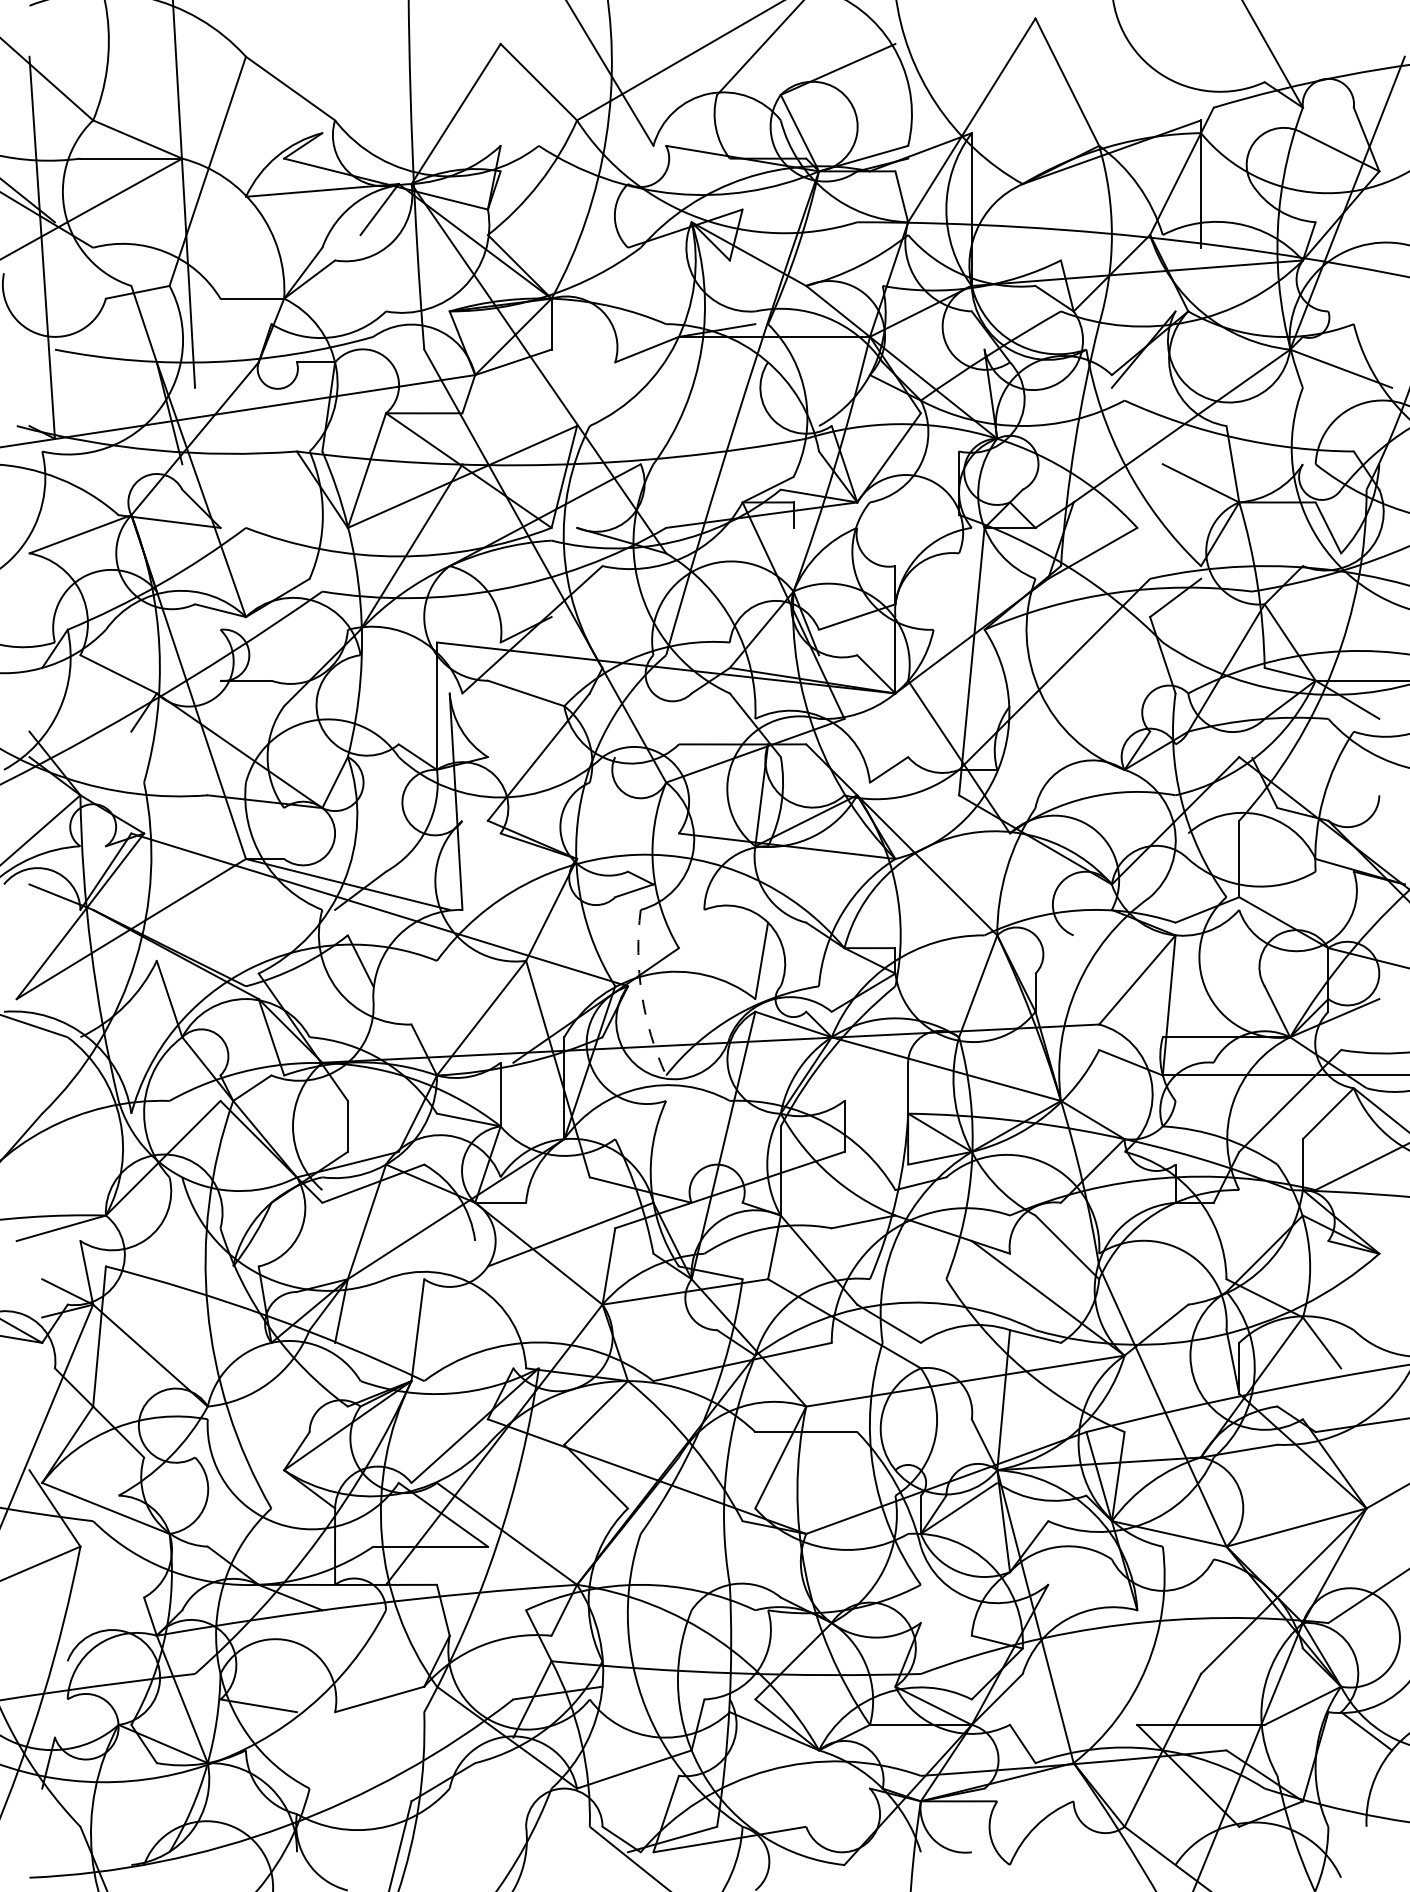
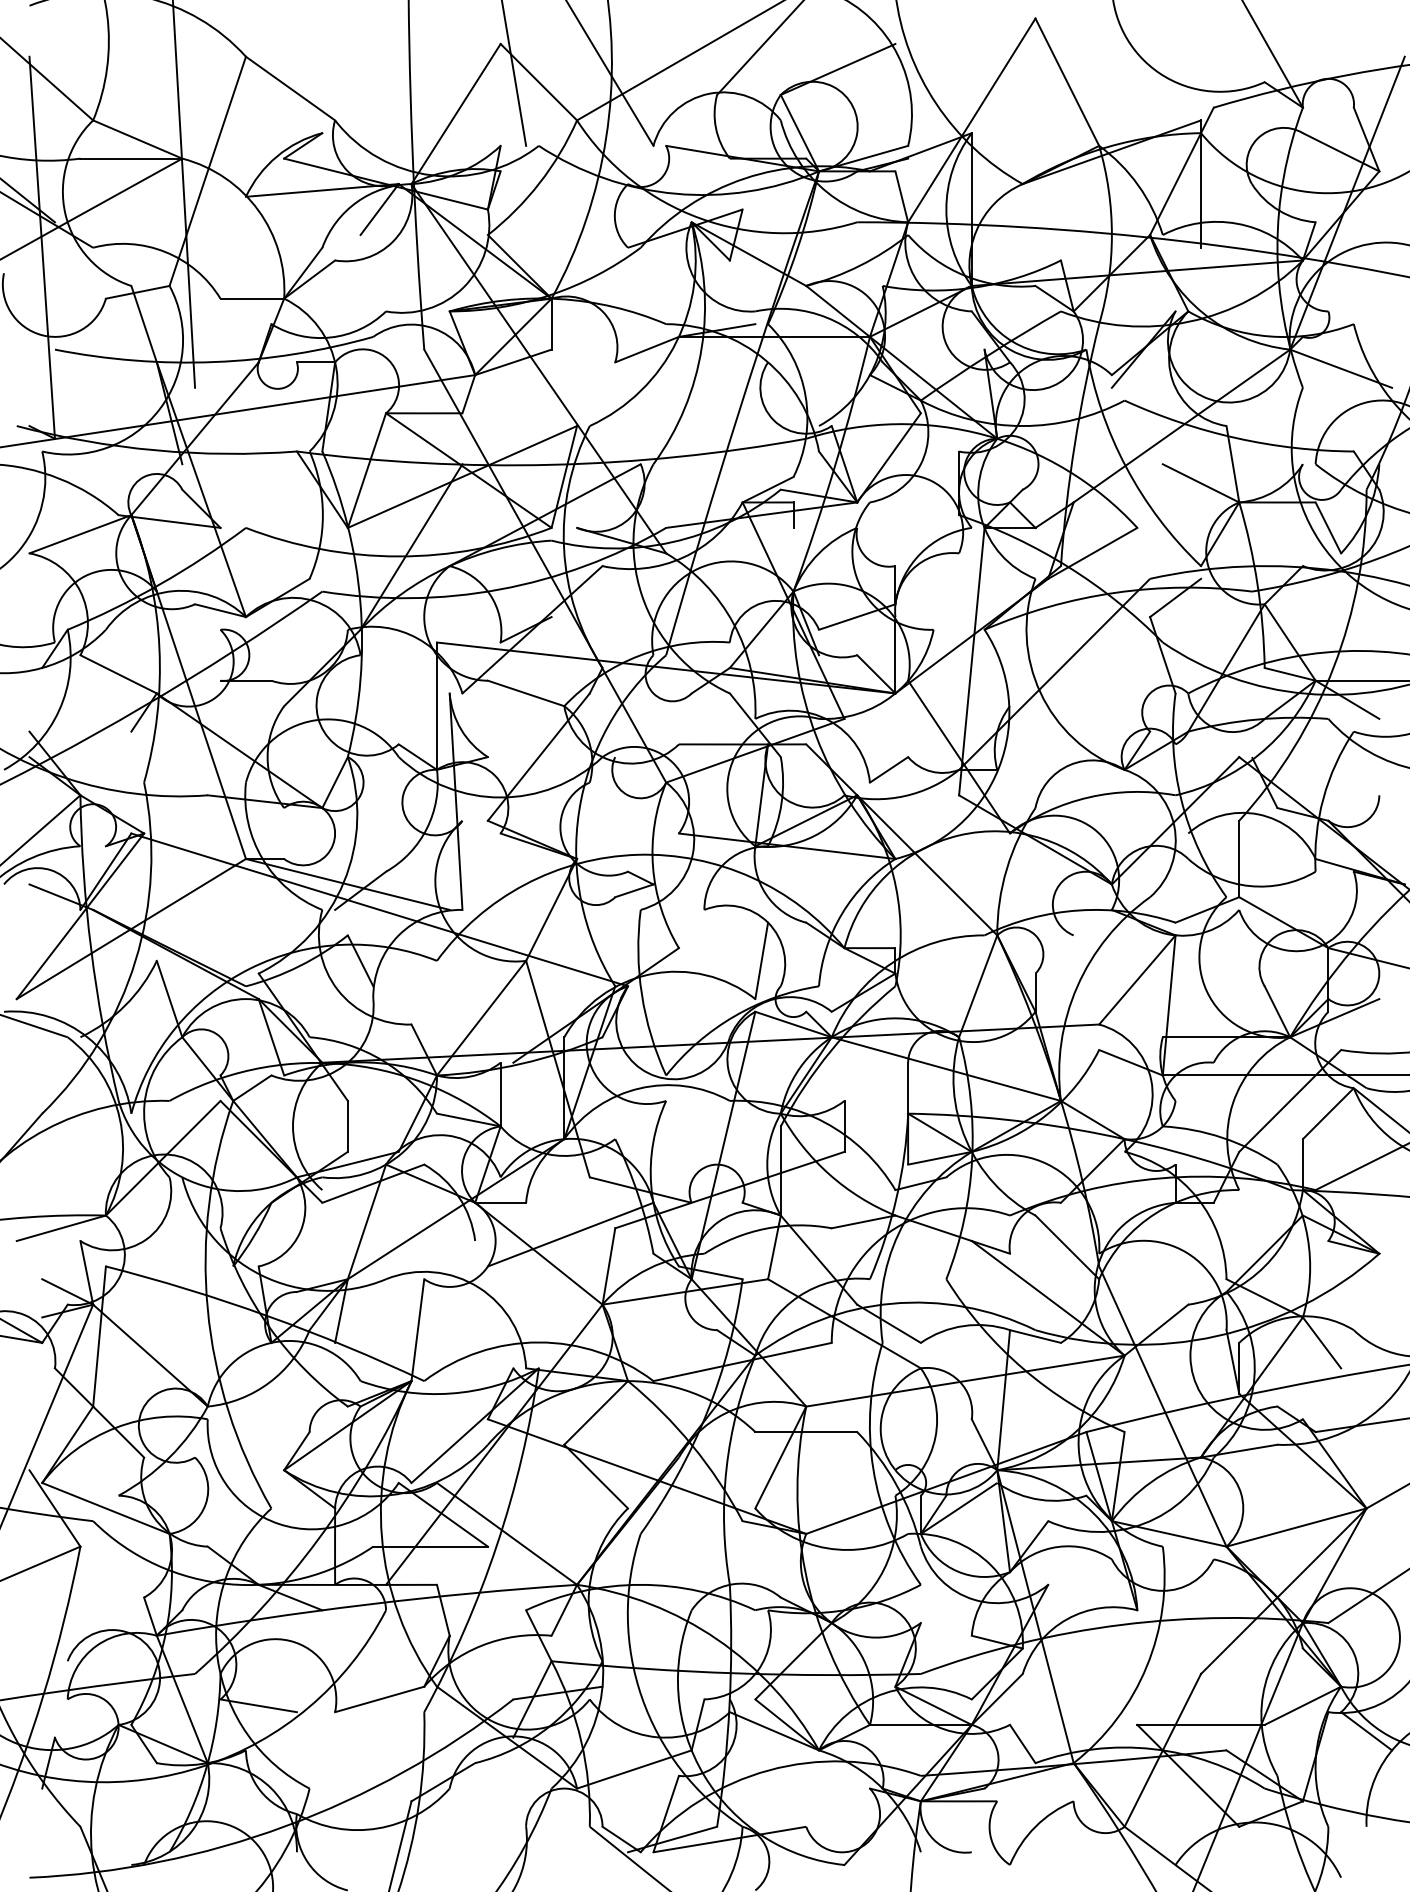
line at (514, 73): none -> present
arc at (641, 994): dashed -> solid
